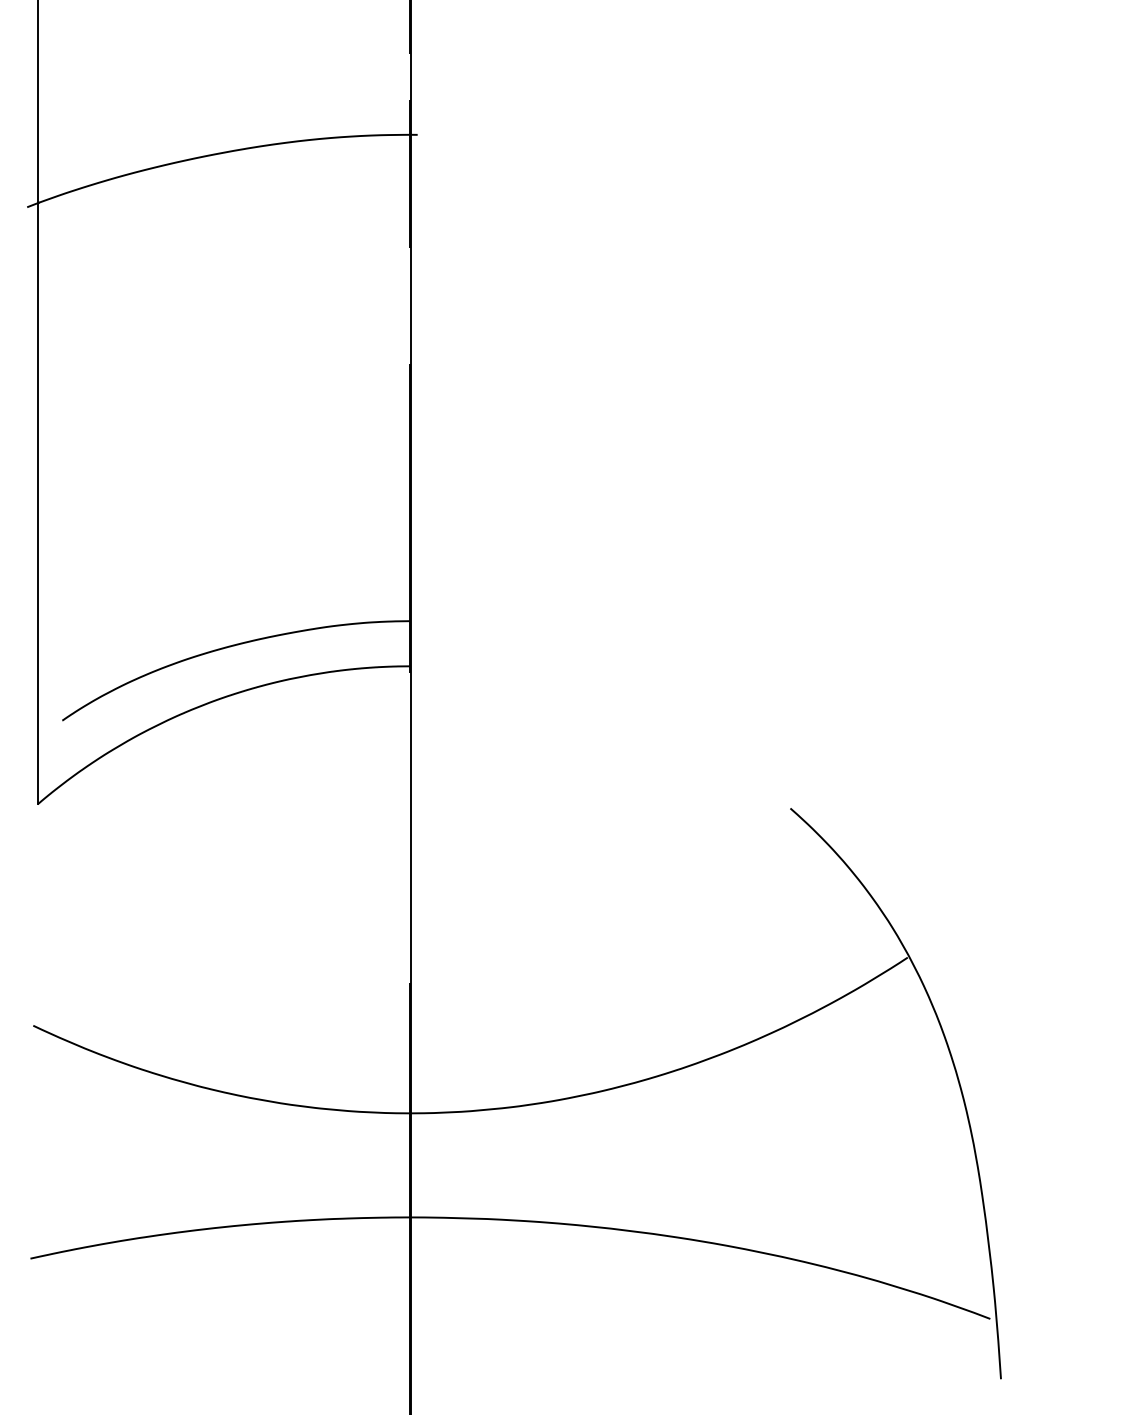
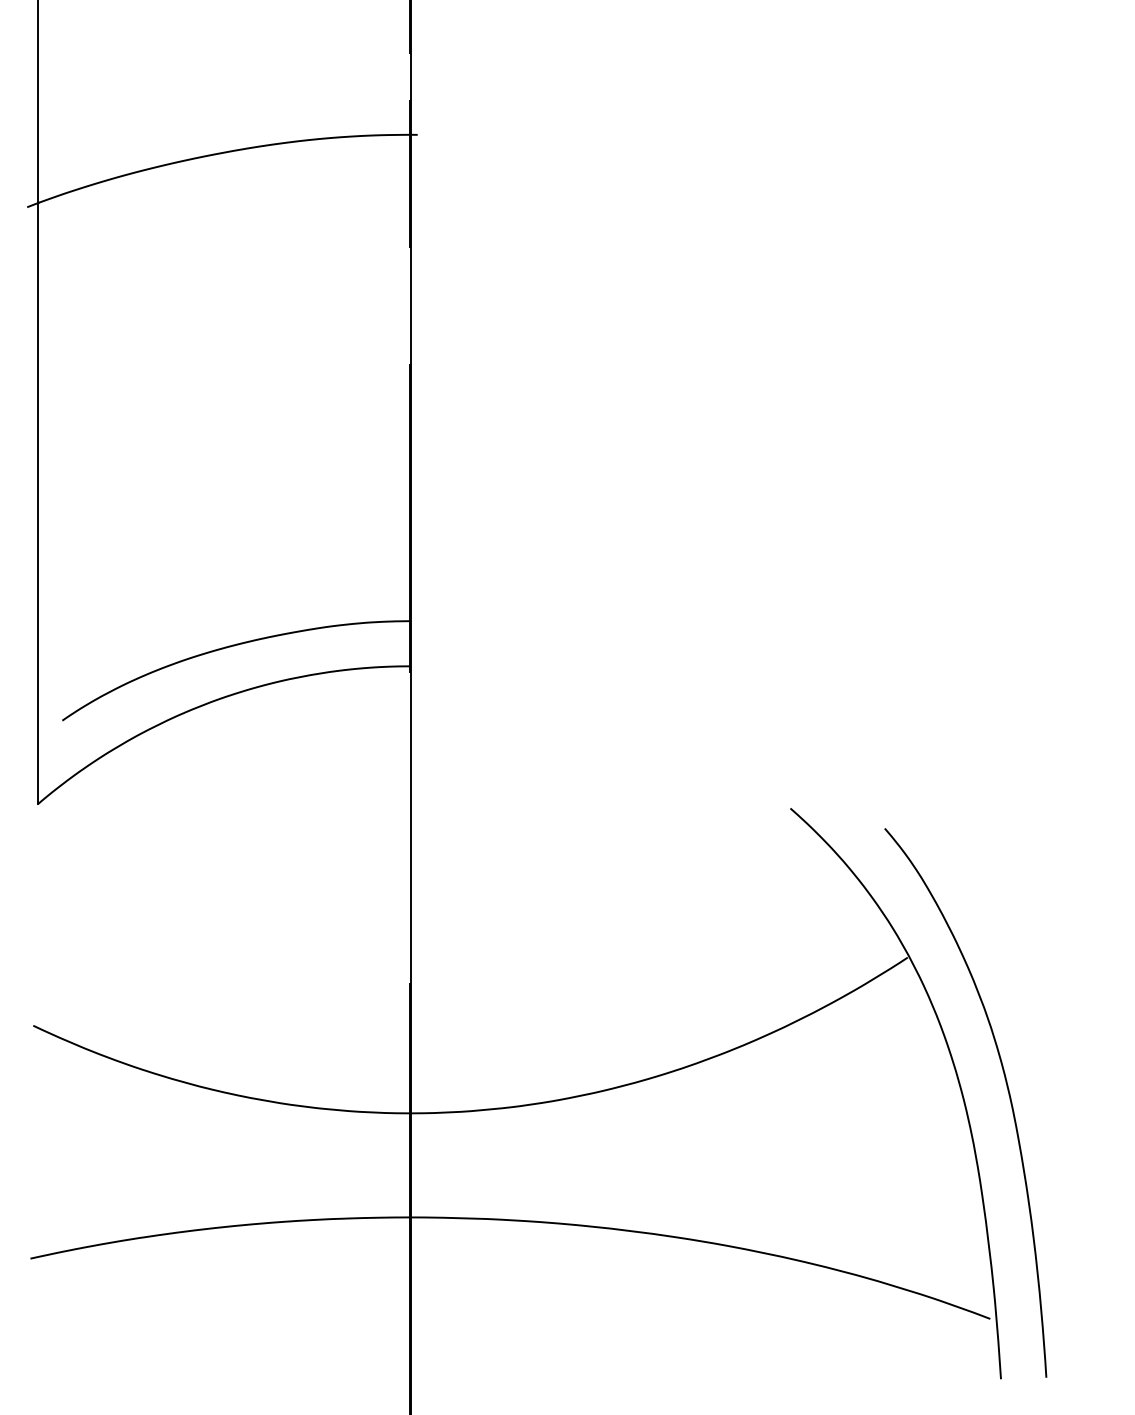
curve at (1007, 1091): none -> present
